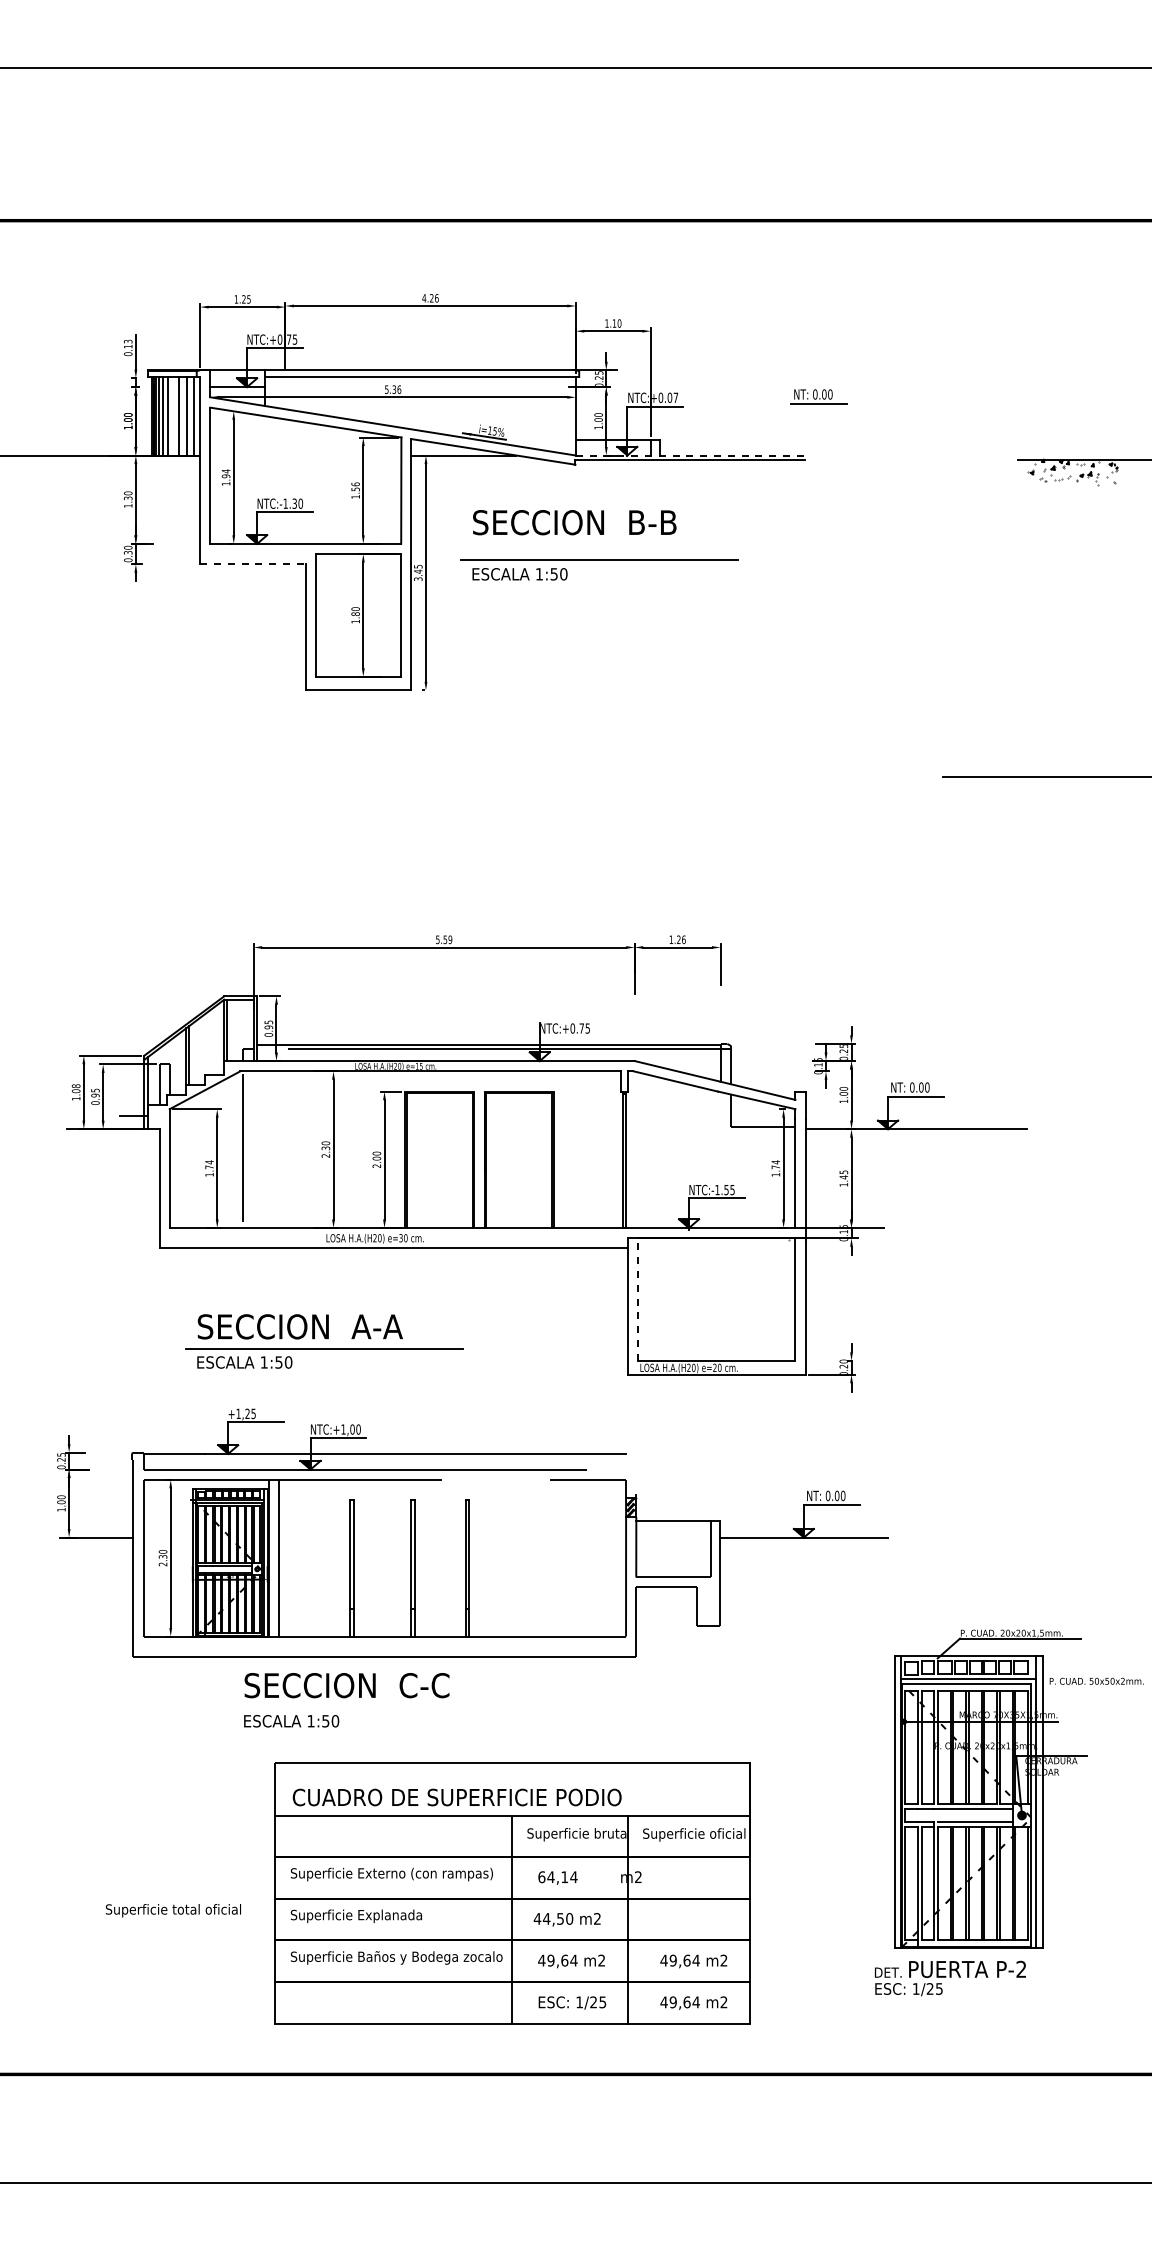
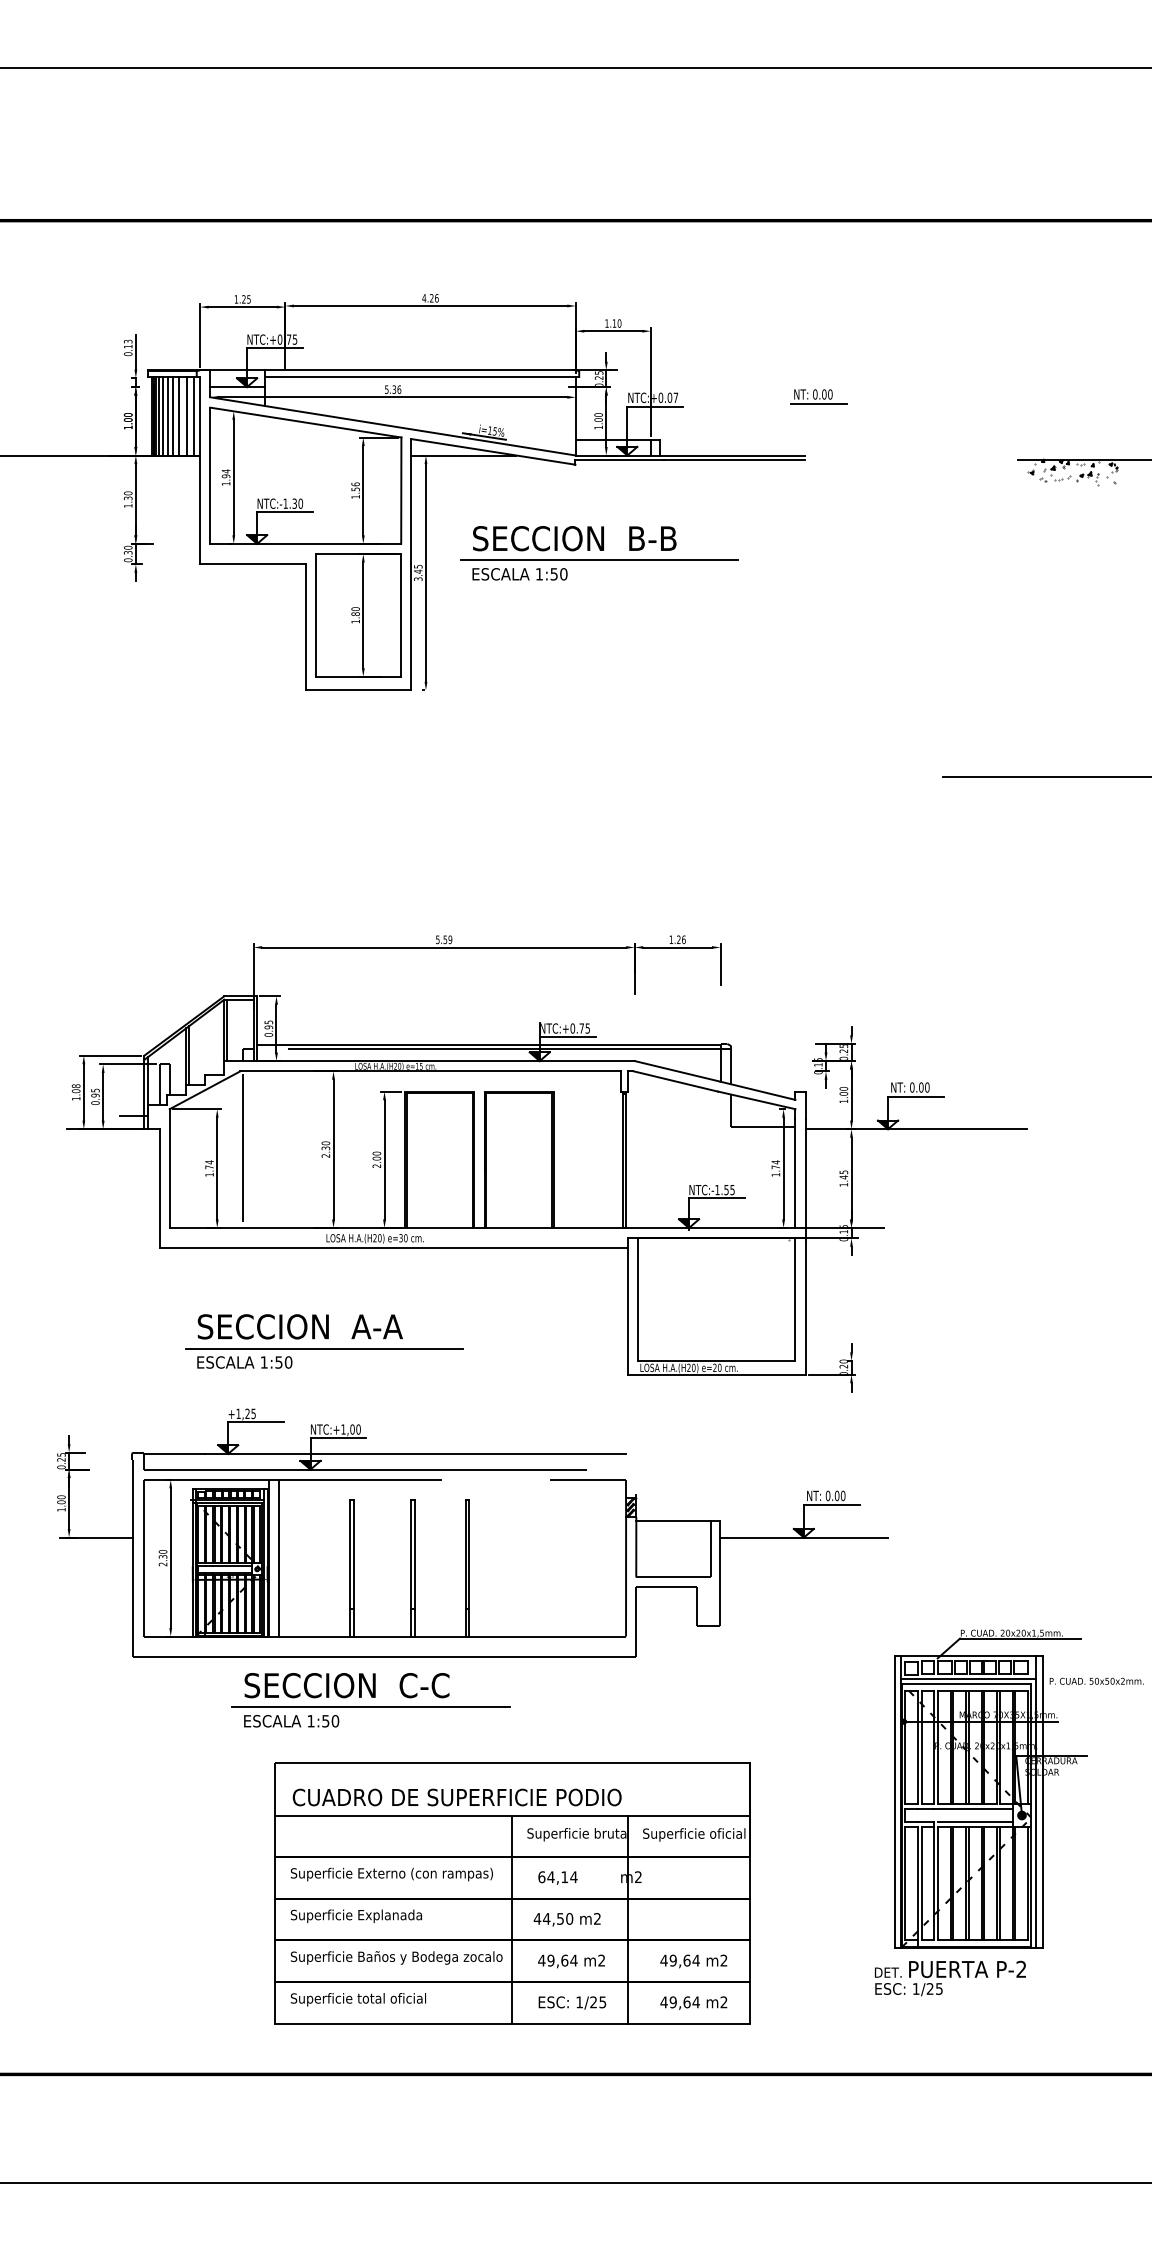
line at (173, 416): none -> present
line at (690, 455): dashed -> solid
text at (574, 522) position: (574, 522) -> (574, 538)
line at (252, 564): dashed -> solid
line at (567, 1036): none -> present
line at (637, 1299): dashed -> solid
line at (371, 1707): none -> present
text at (172, 1910) position: (172, 1910) -> (357, 1999)
